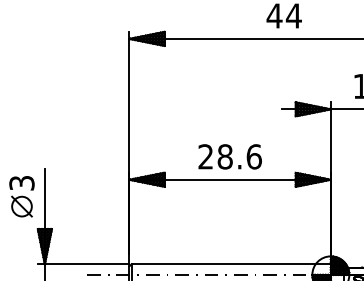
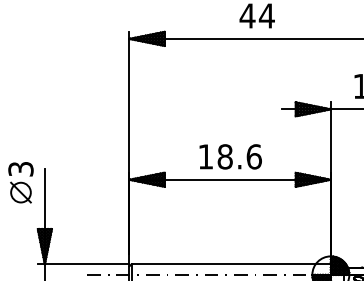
text at (283, 15) position: (283, 15) -> (256, 15)
text at (205, 156): 28.6 -> 18.6
part at (21, 196) position: (21, 196) -> (20, 182)
